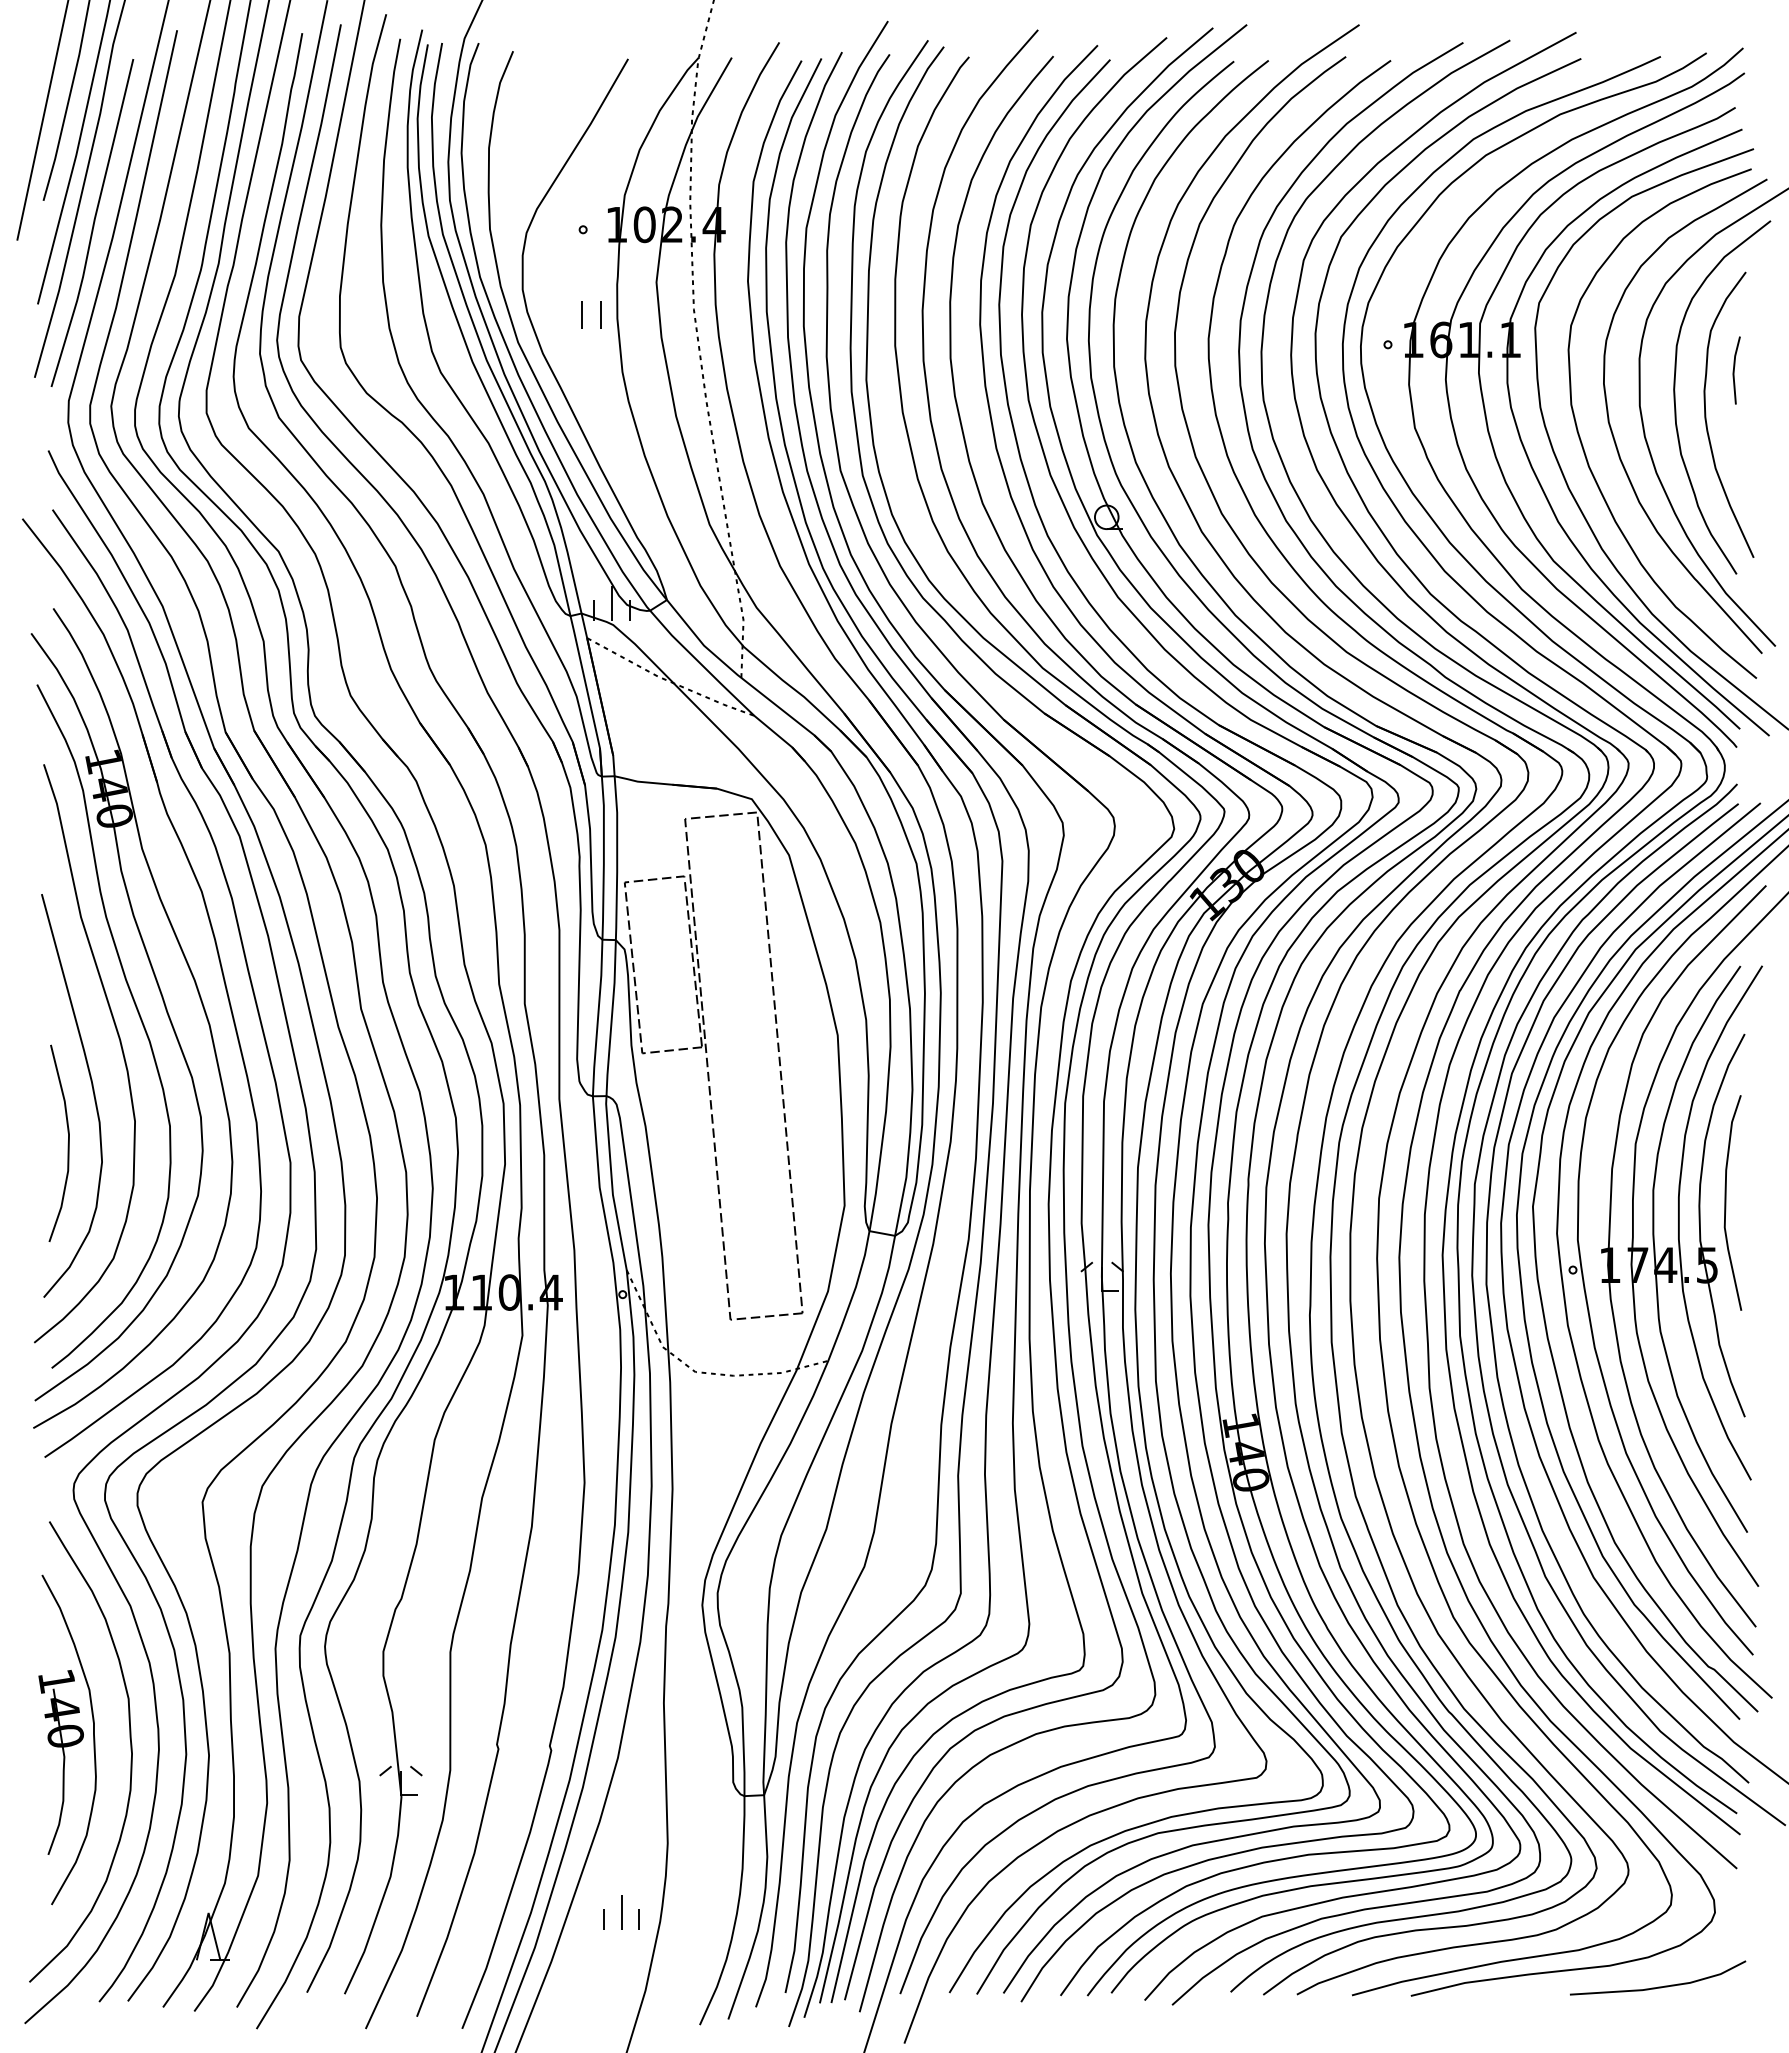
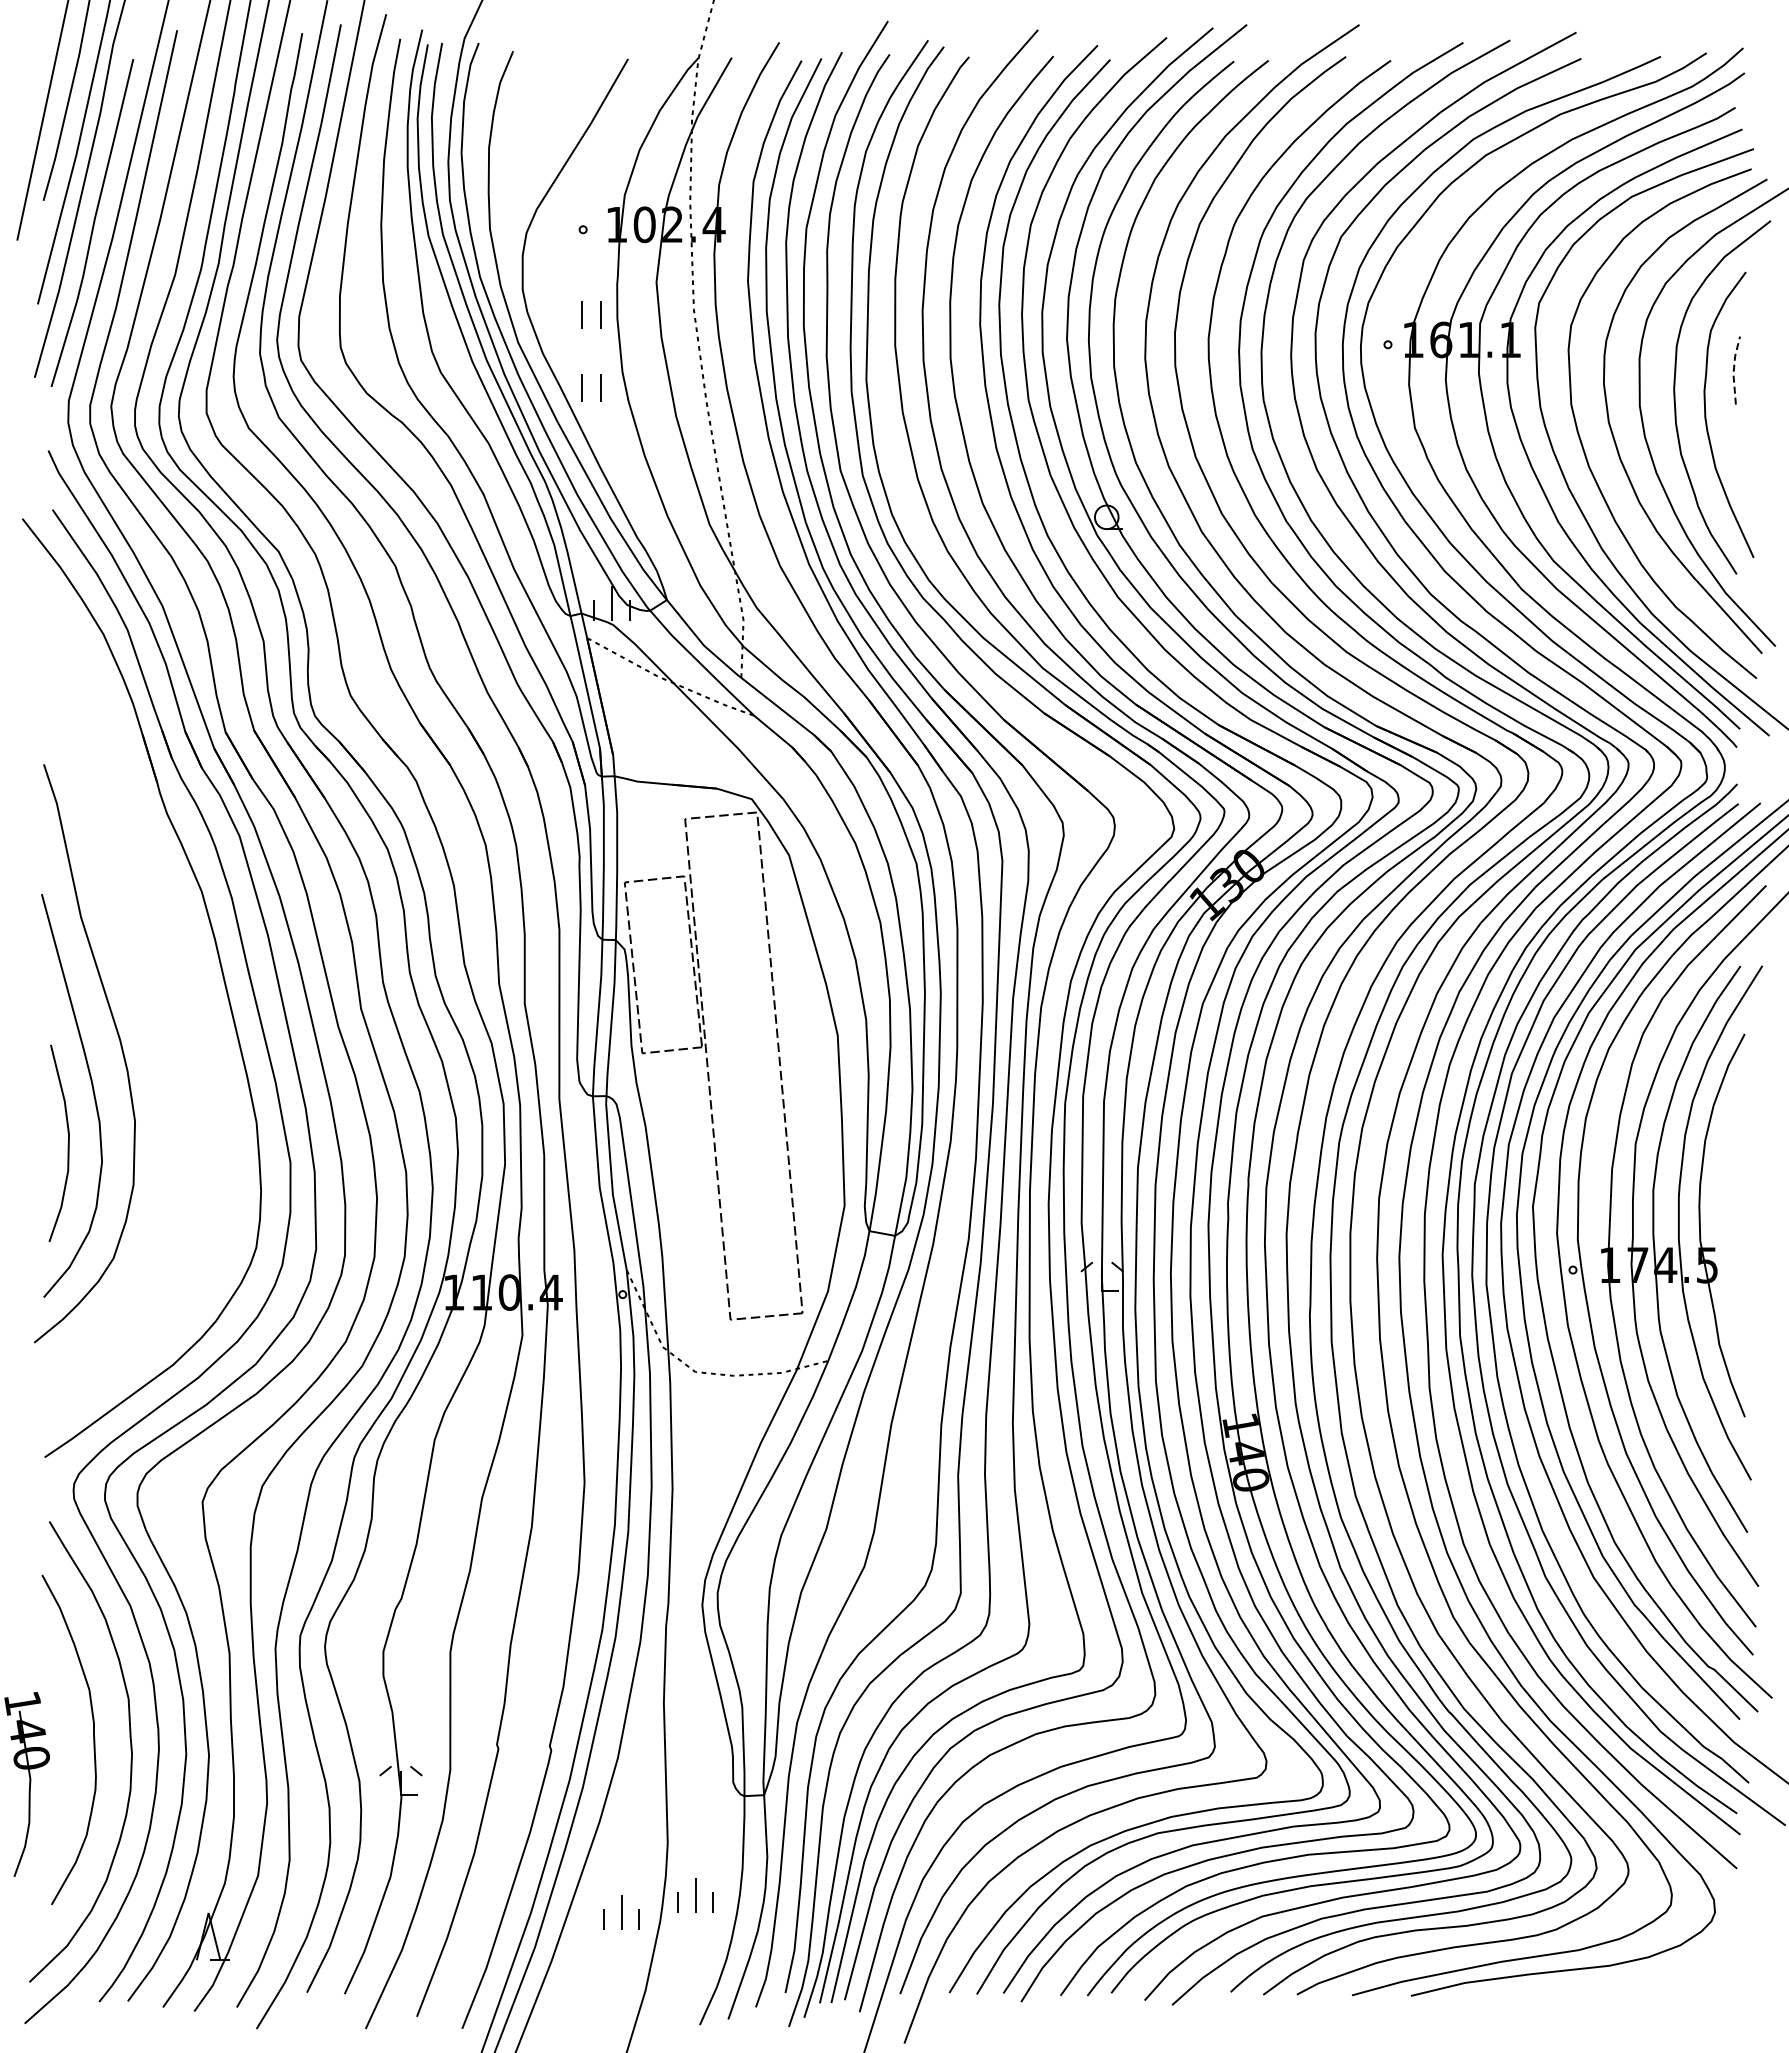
line at (1733, 369): solid -> dashed
part at (582, 387): none -> present
part at (138, 1015): present -> none
curve at (1726, 1202): present -> none
part at (60, 1762) position: (60, 1762) -> (26, 1784)
part at (695, 1895): none -> present
line at (1658, 1986): present -> none
